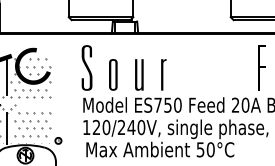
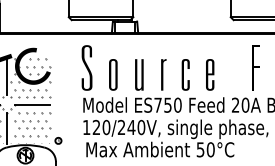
part at (261, 67) position: (261, 67) -> (255, 67)
fill at (185, 74): none -> present
part at (210, 74): none -> present
line at (31, 105): none -> present
